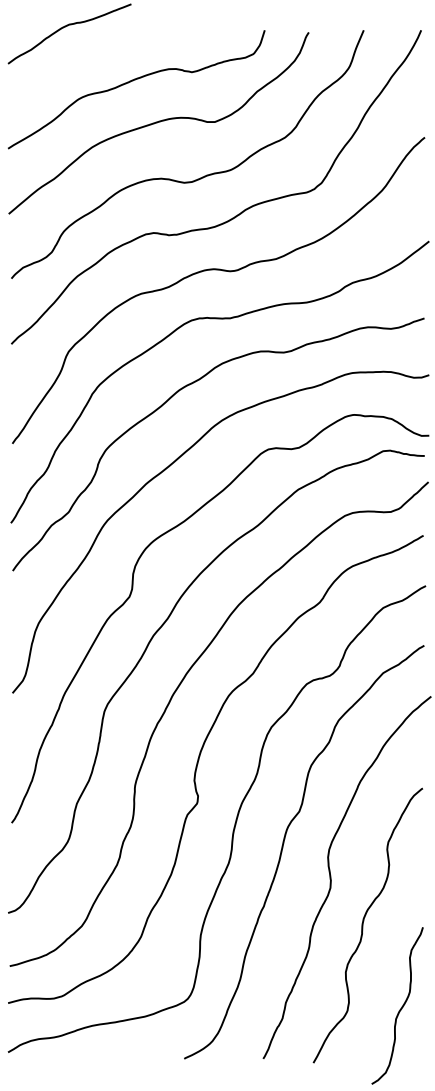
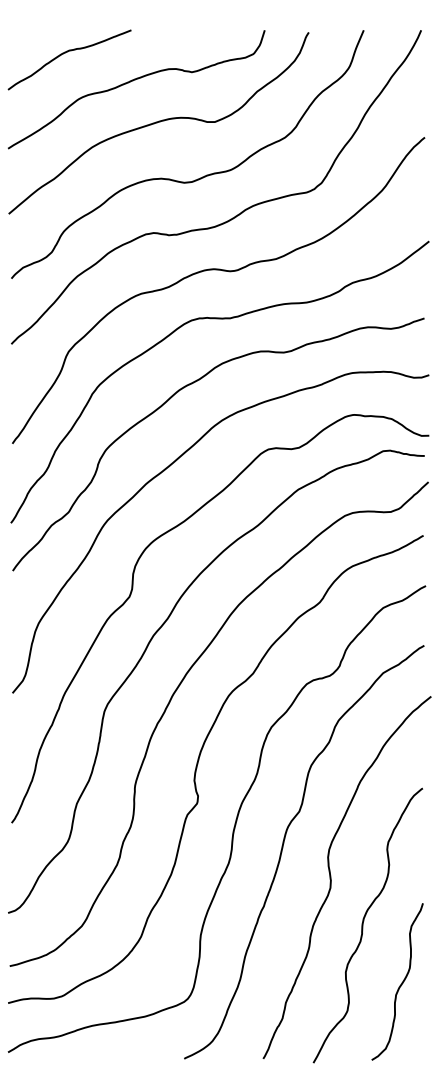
curve at (65, 27) position: (65, 27) -> (65, 53)
curve at (401, 1006) position: (401, 1006) -> (401, 982)
